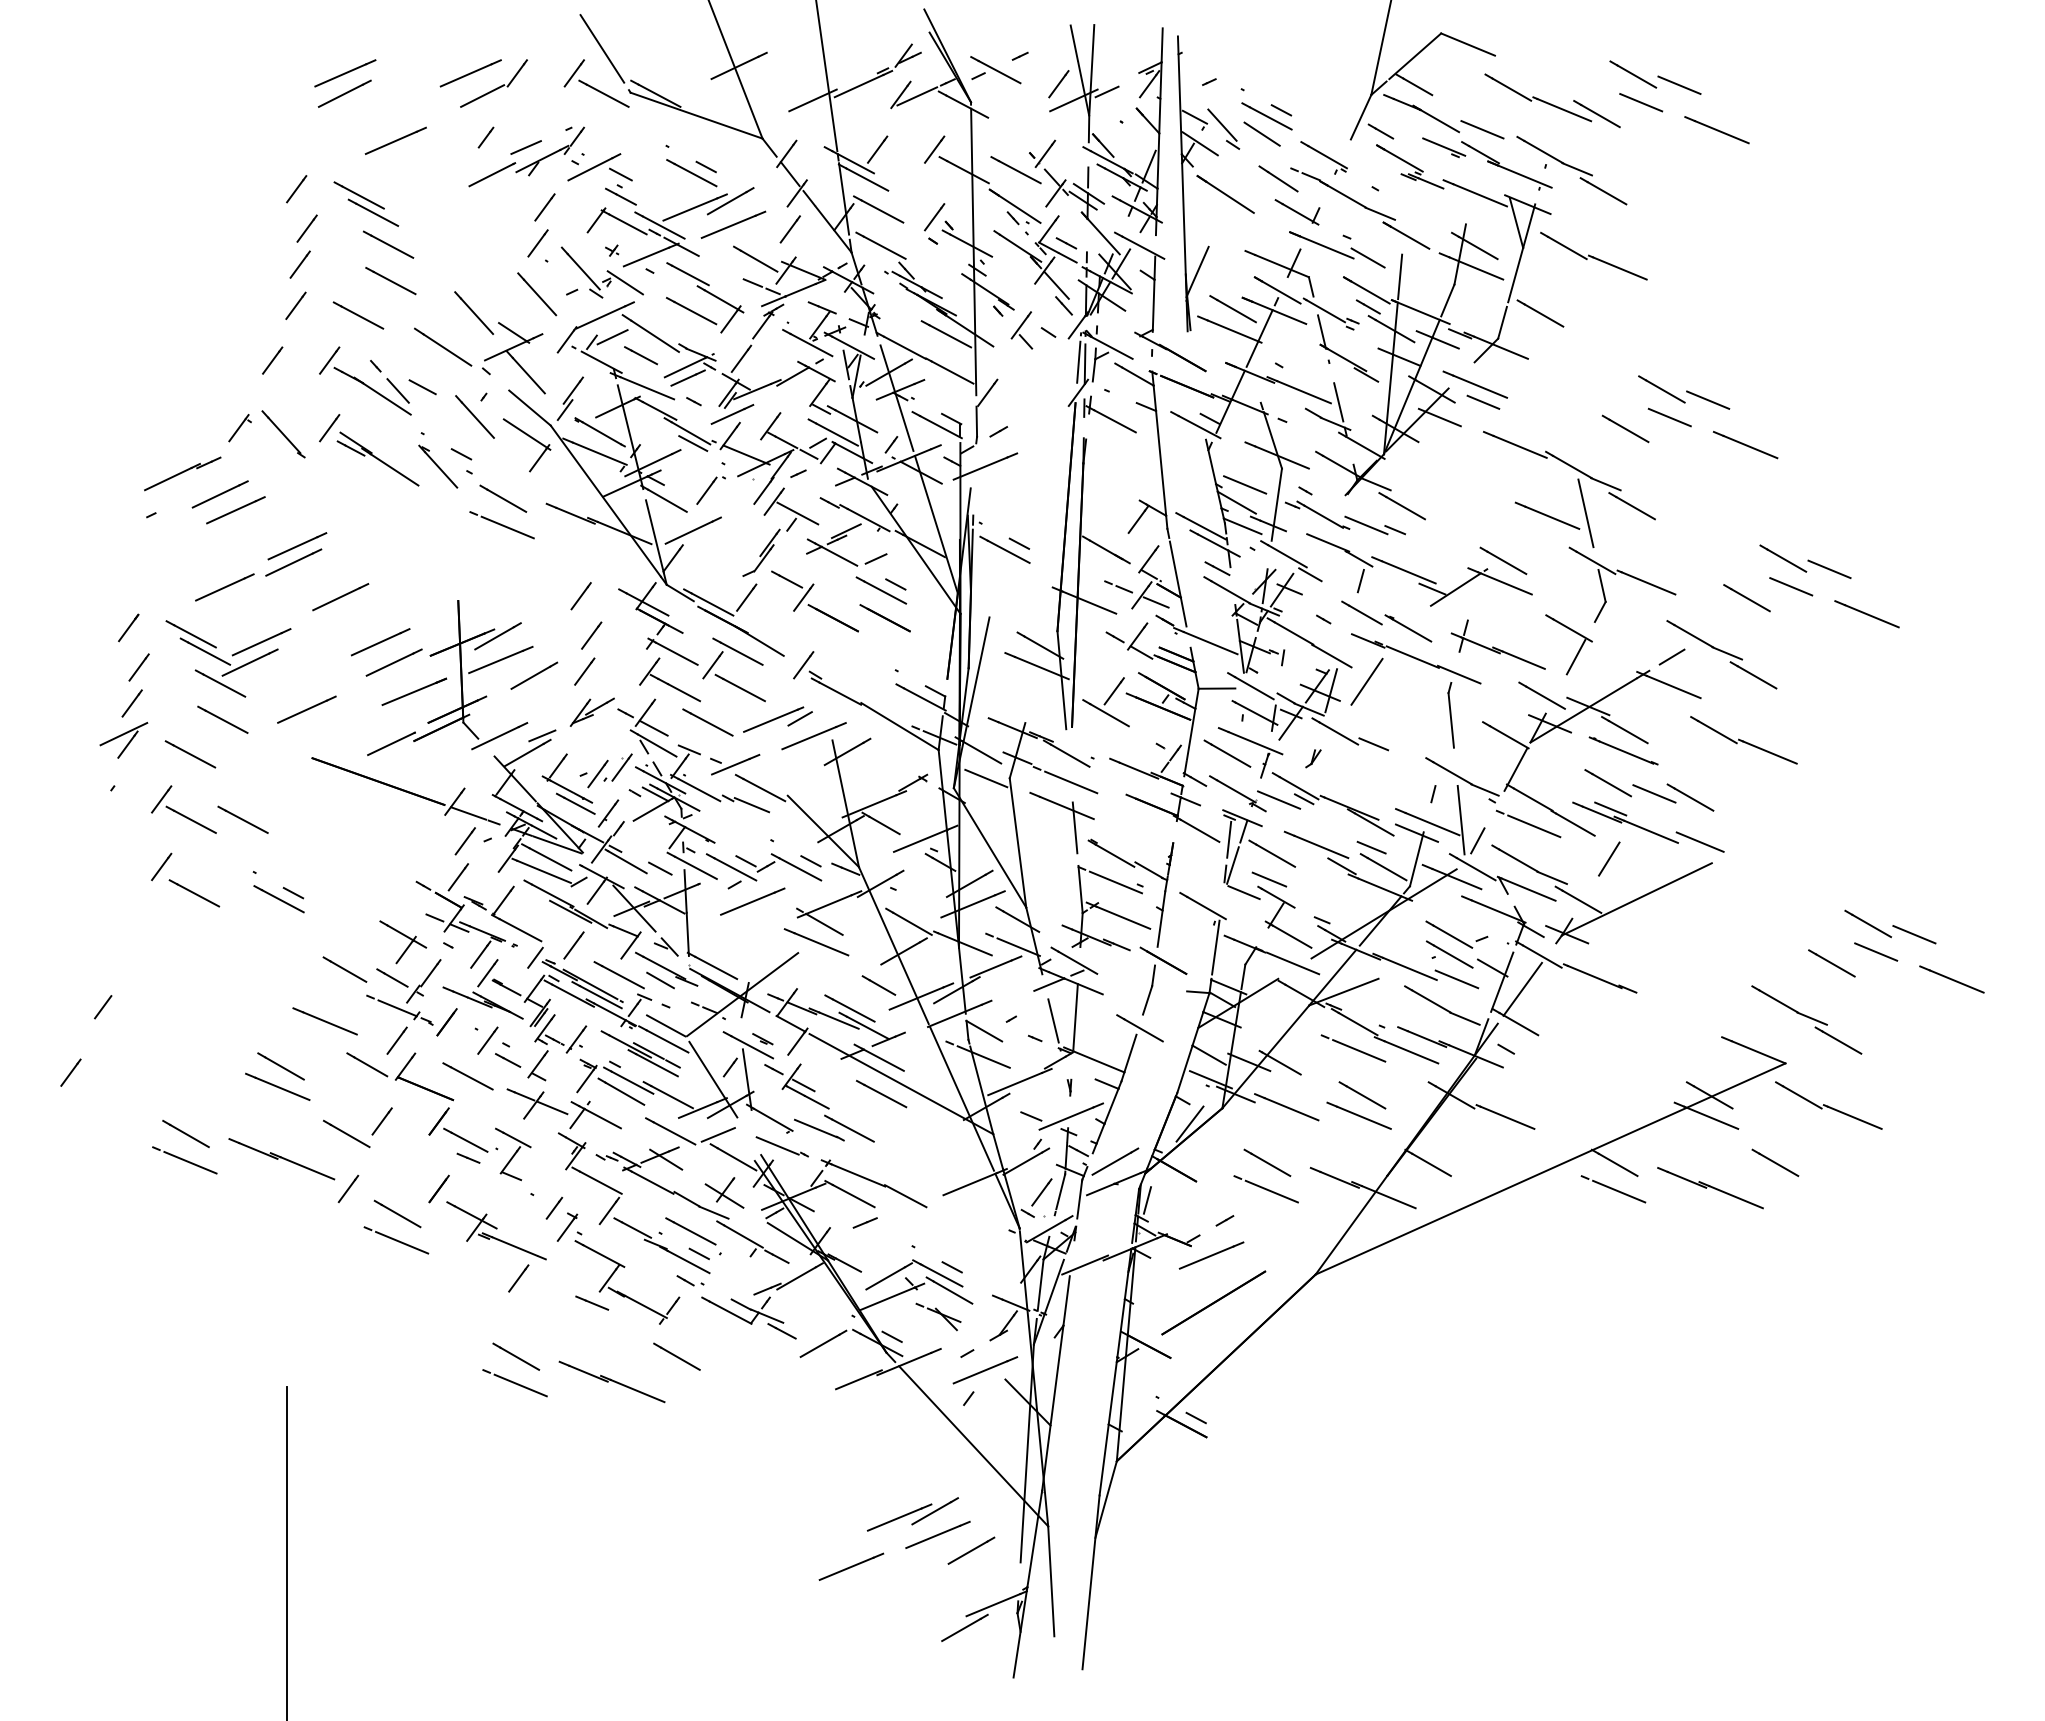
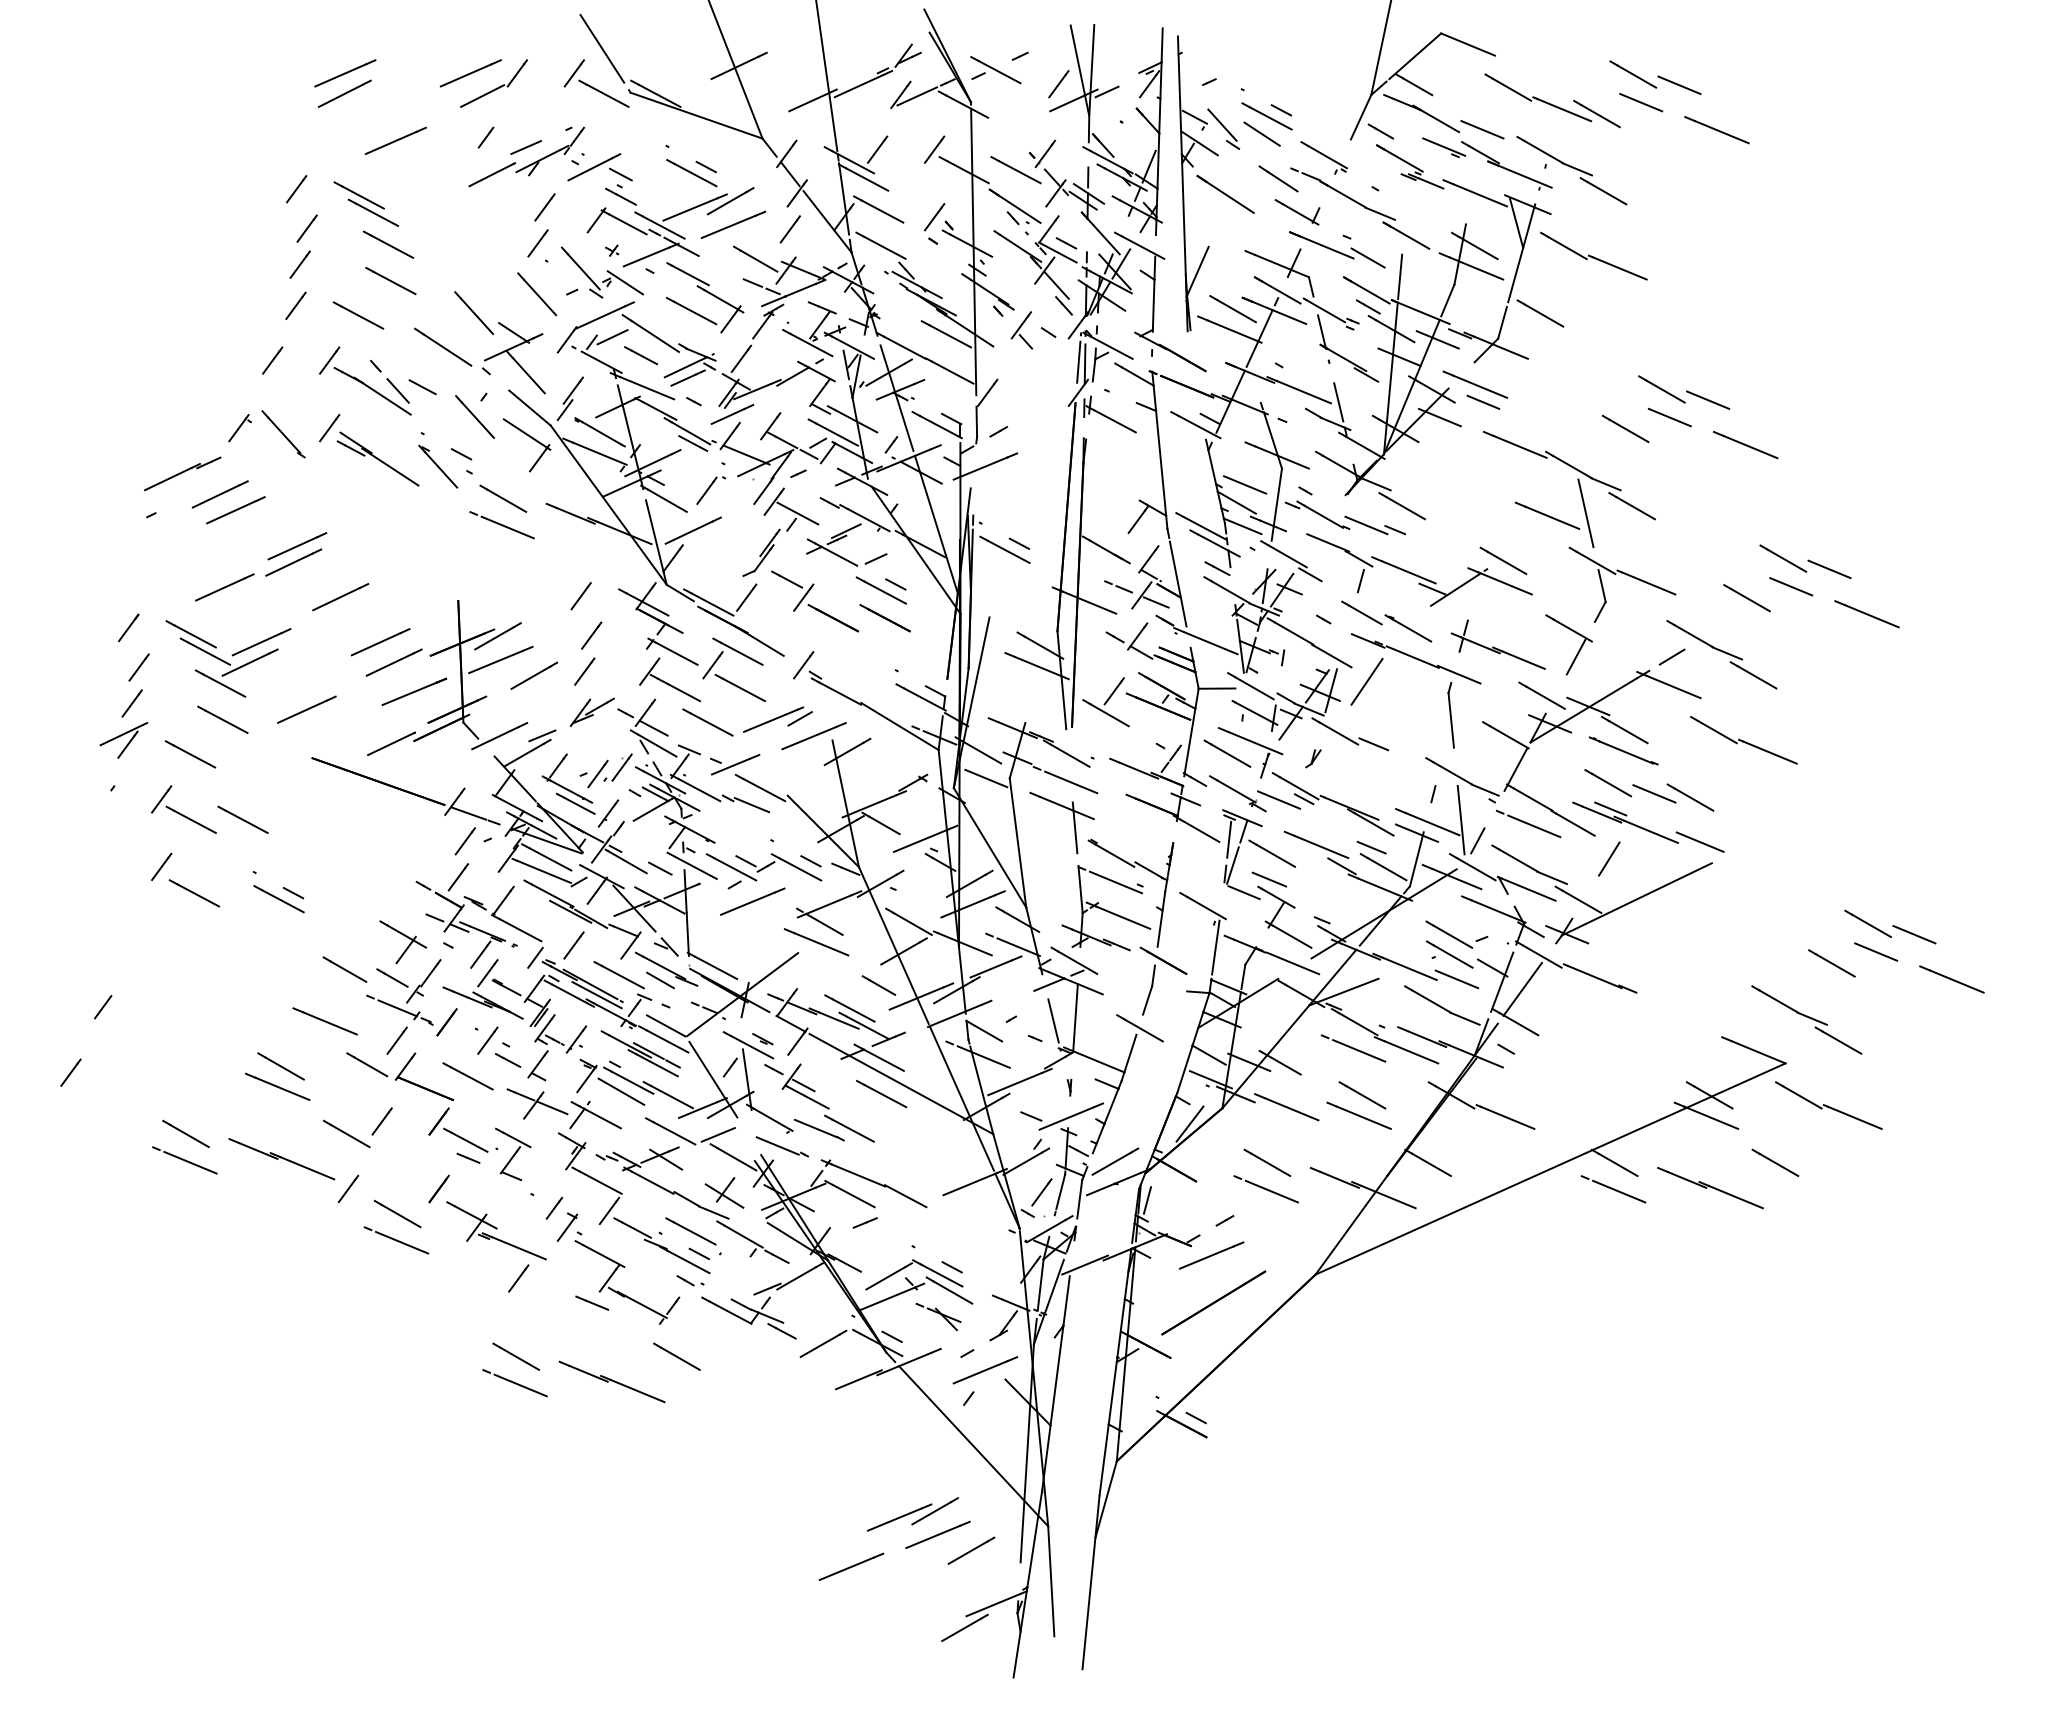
line at (286, 1552): present -> none
